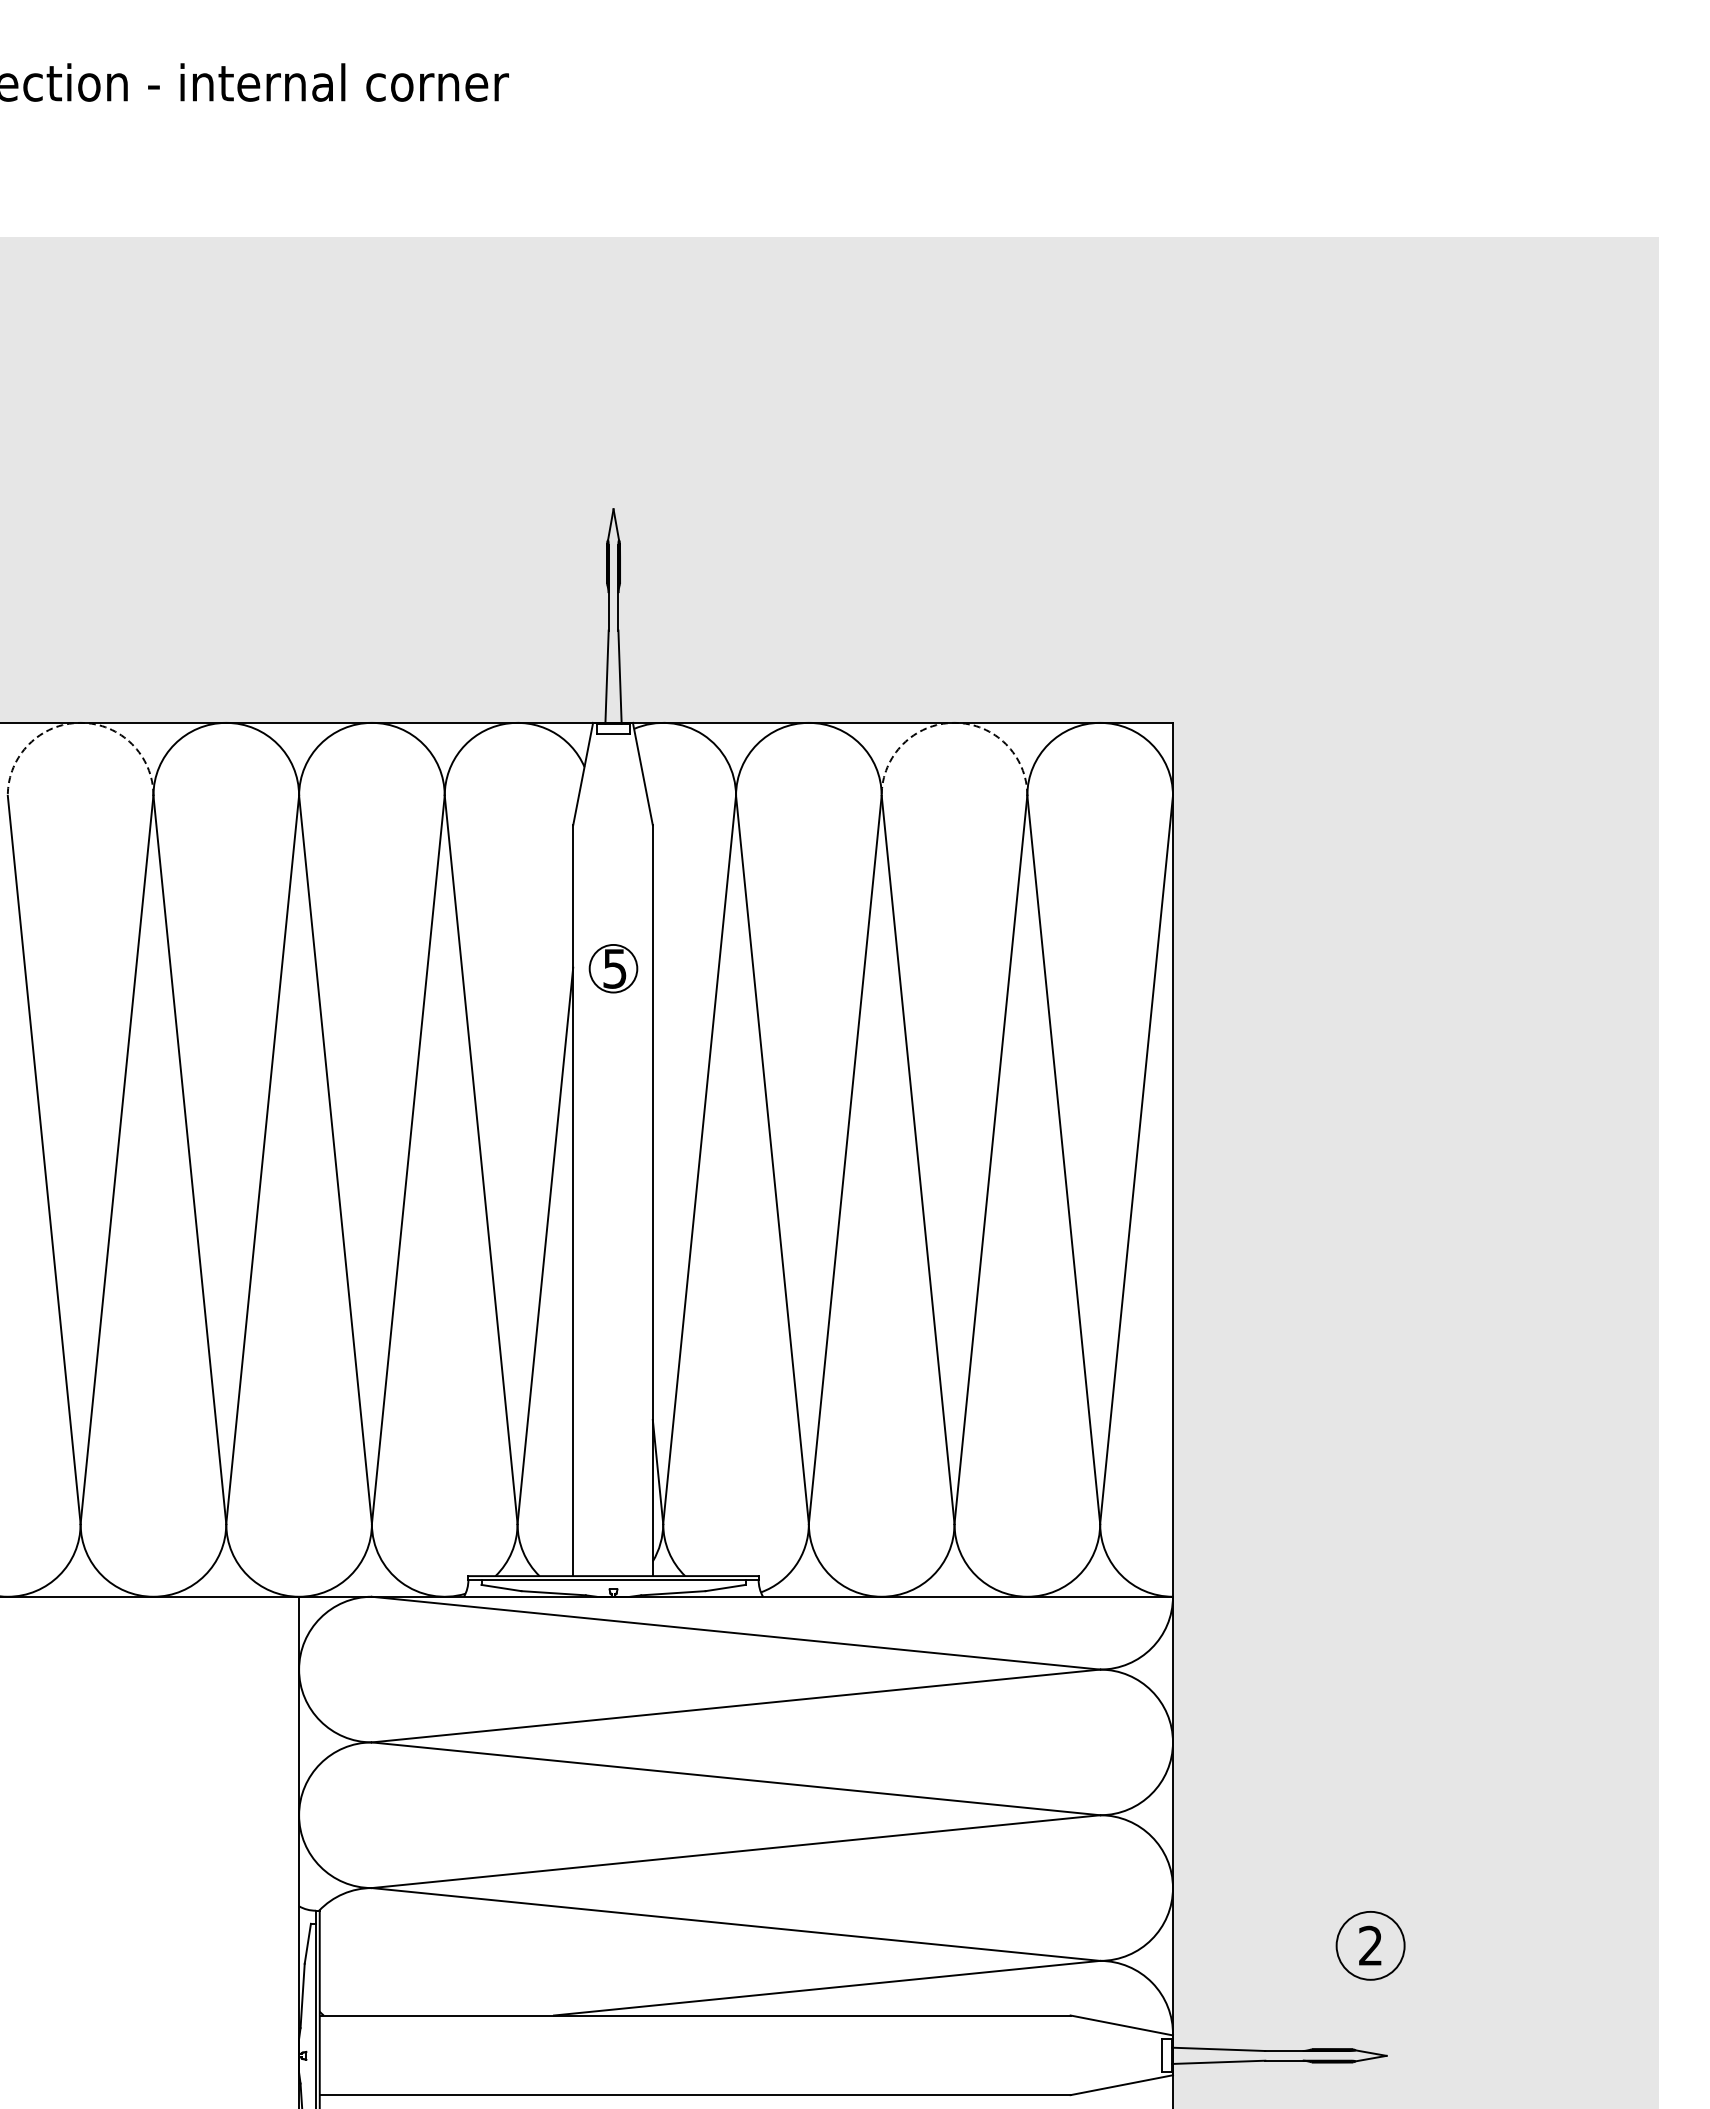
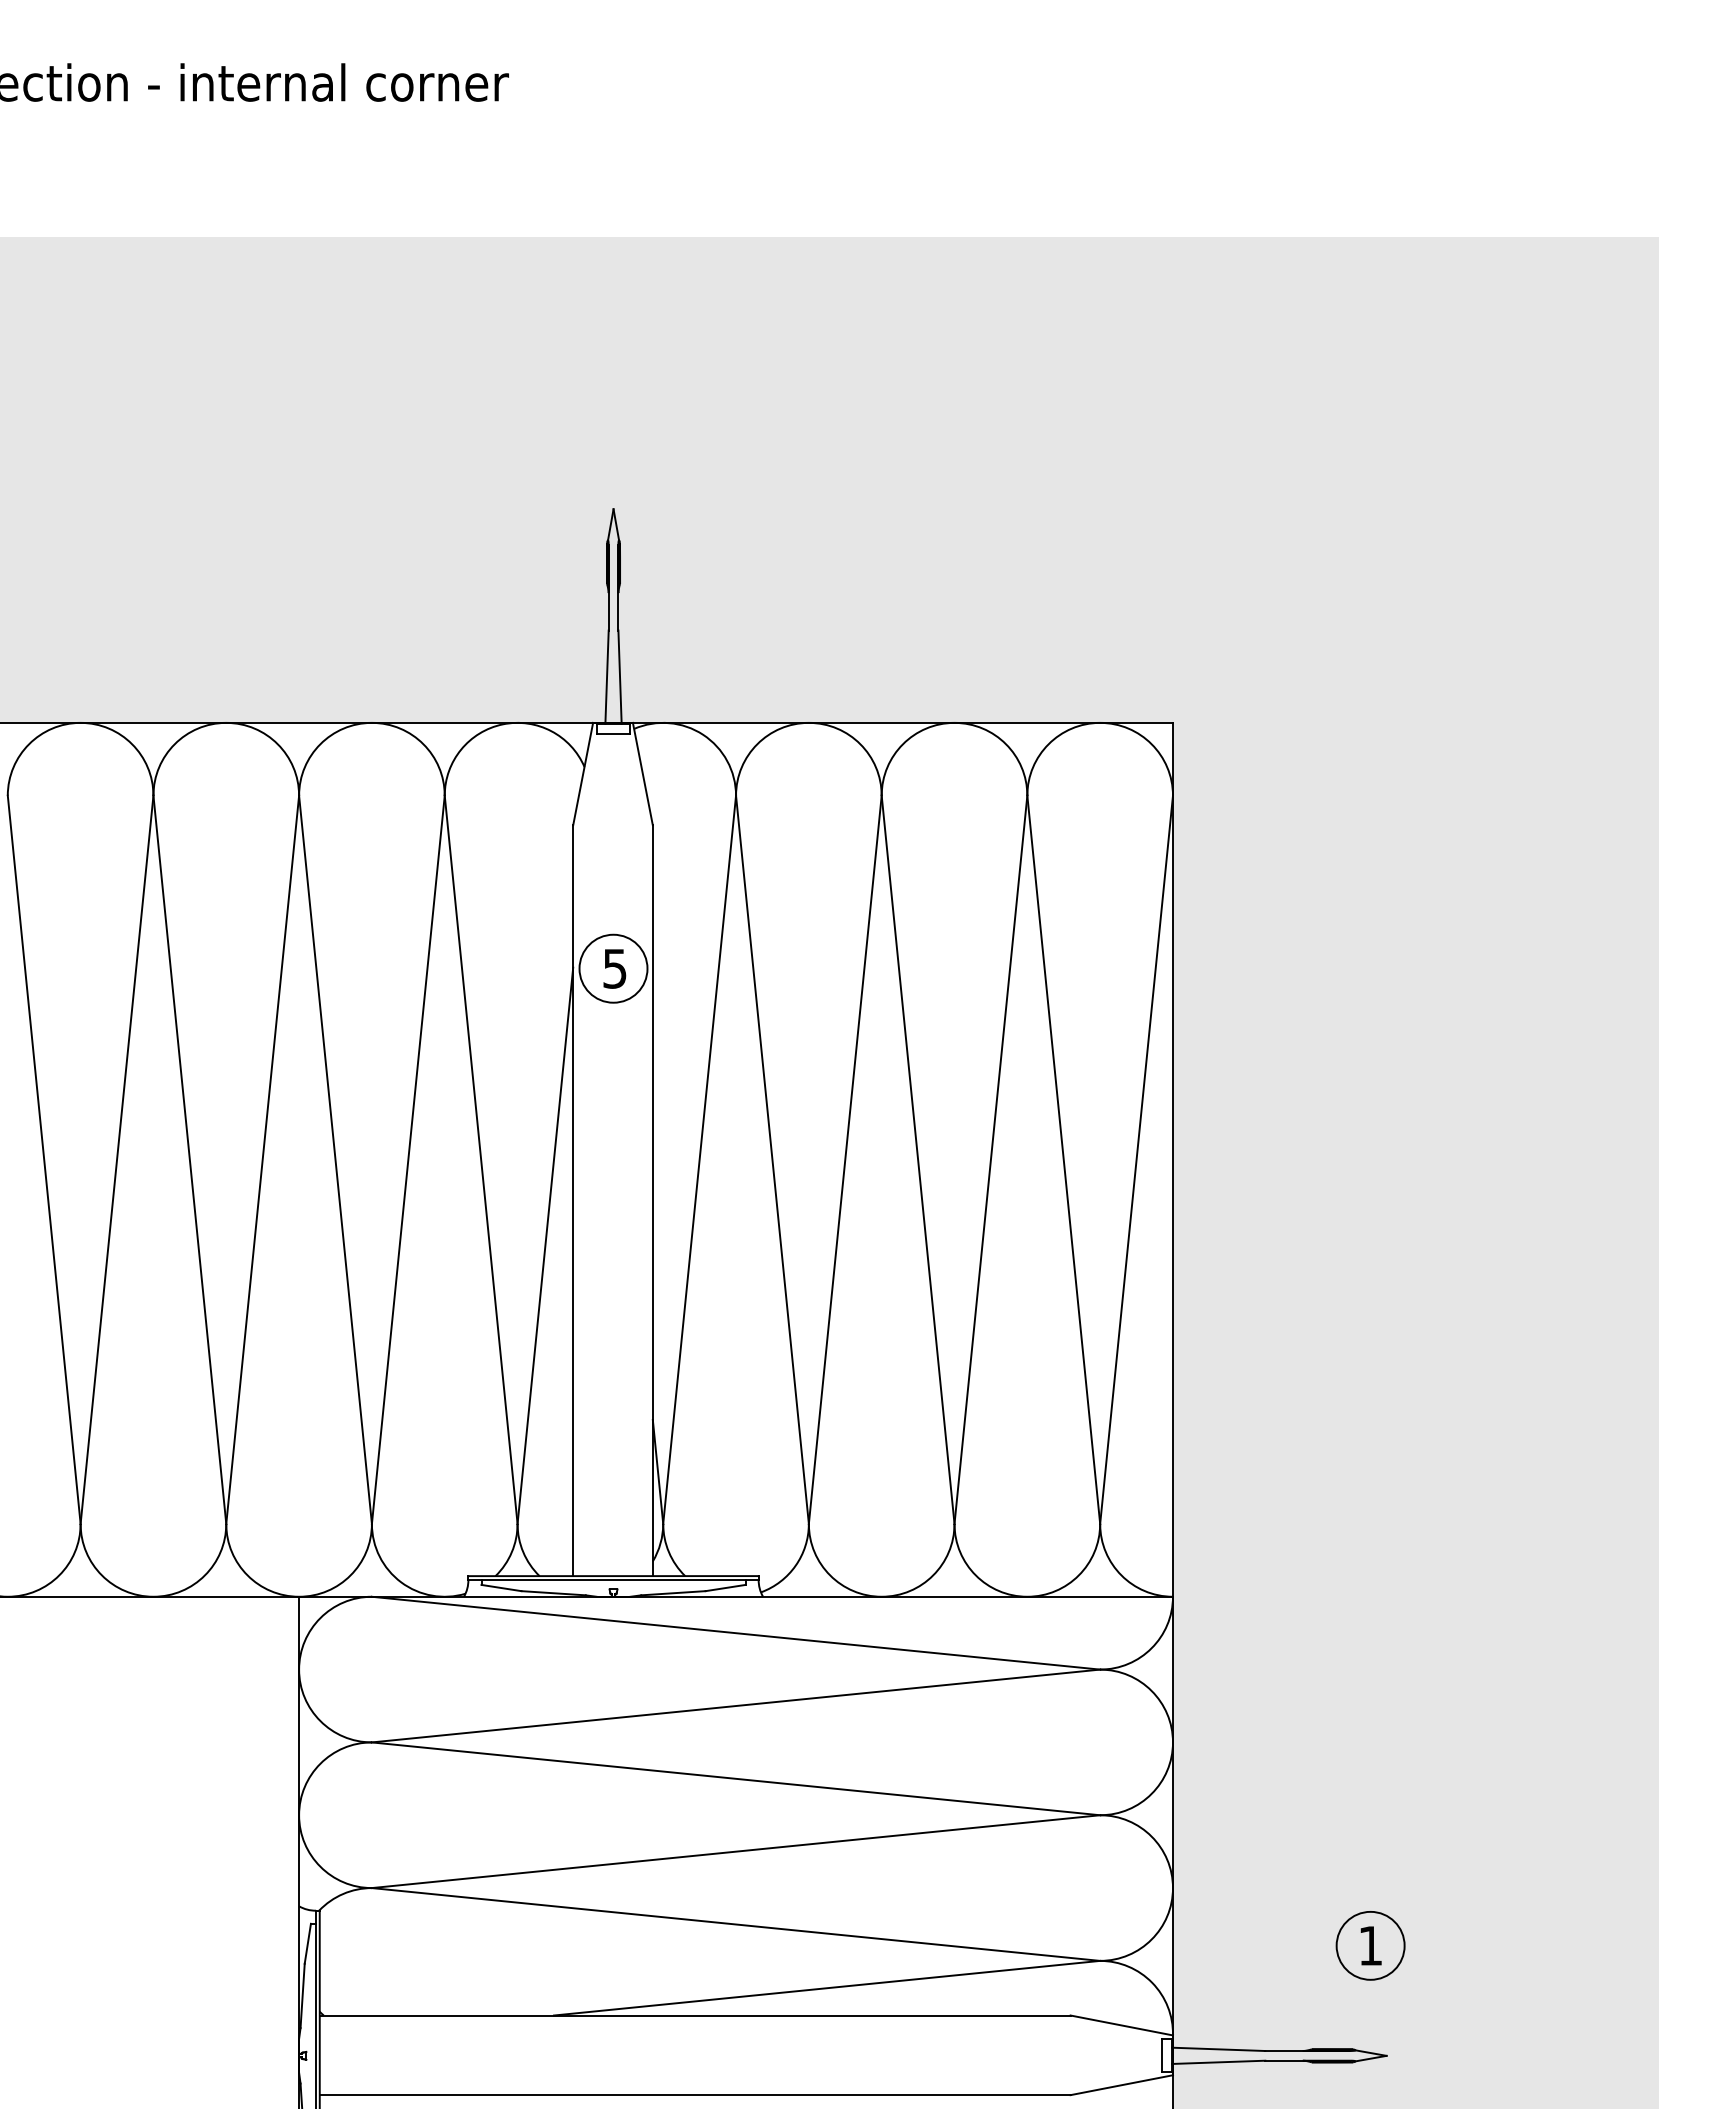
arc at (80, 722): dashed -> solid
arc at (954, 722): dashed -> solid
circle at (613, 968) diameter: 48 px -> 68 px
text at (1370, 1945): 2 -> 1
